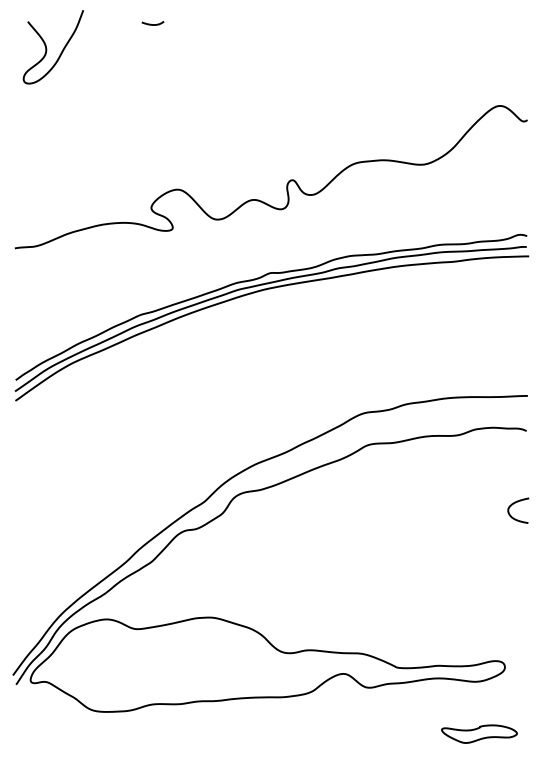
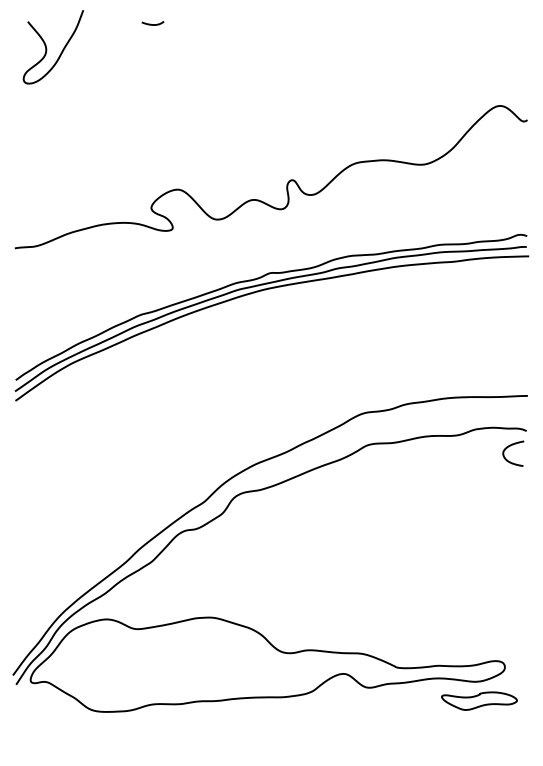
curve at (515, 503) position: (515, 503) -> (510, 446)
part at (479, 733) position: (479, 733) -> (479, 700)
